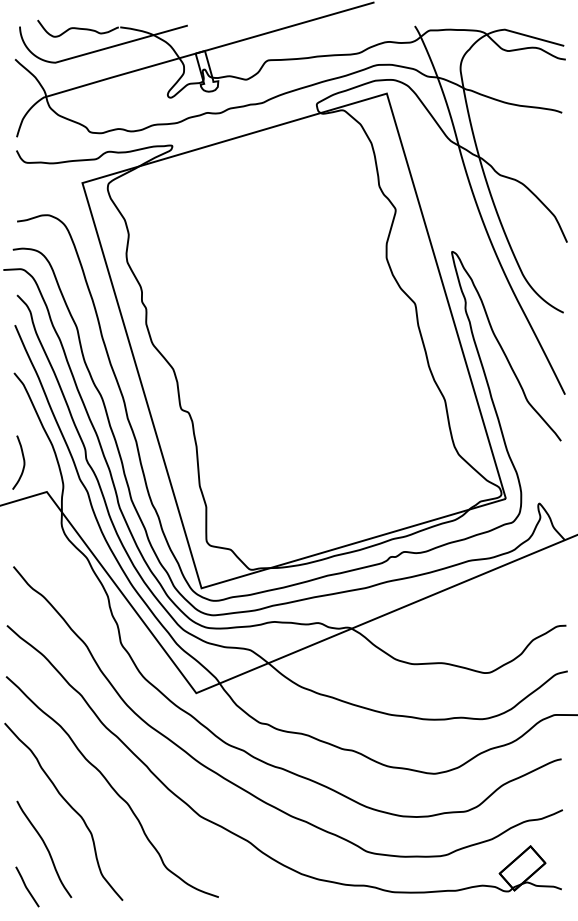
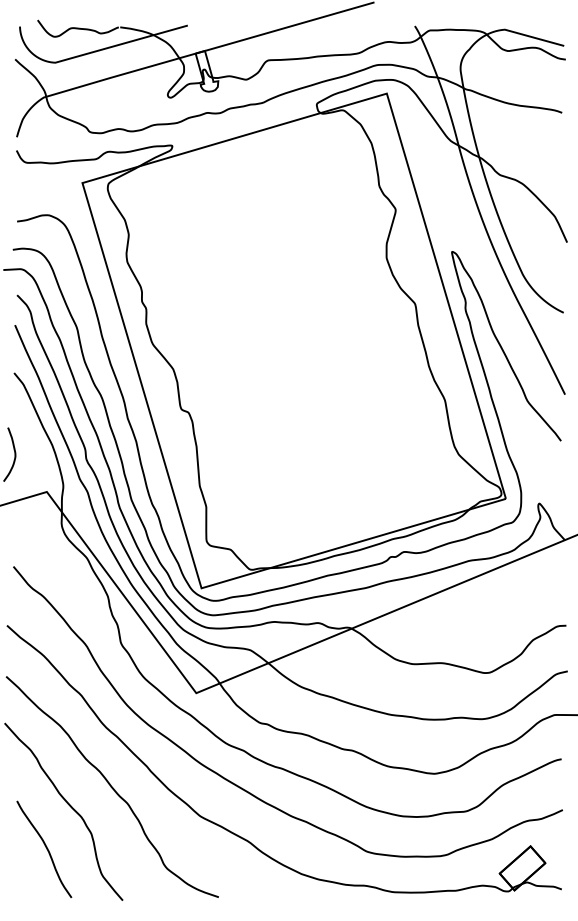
curve at (23, 462) position: (23, 462) -> (14, 454)
curve at (26, 886): present -> none
